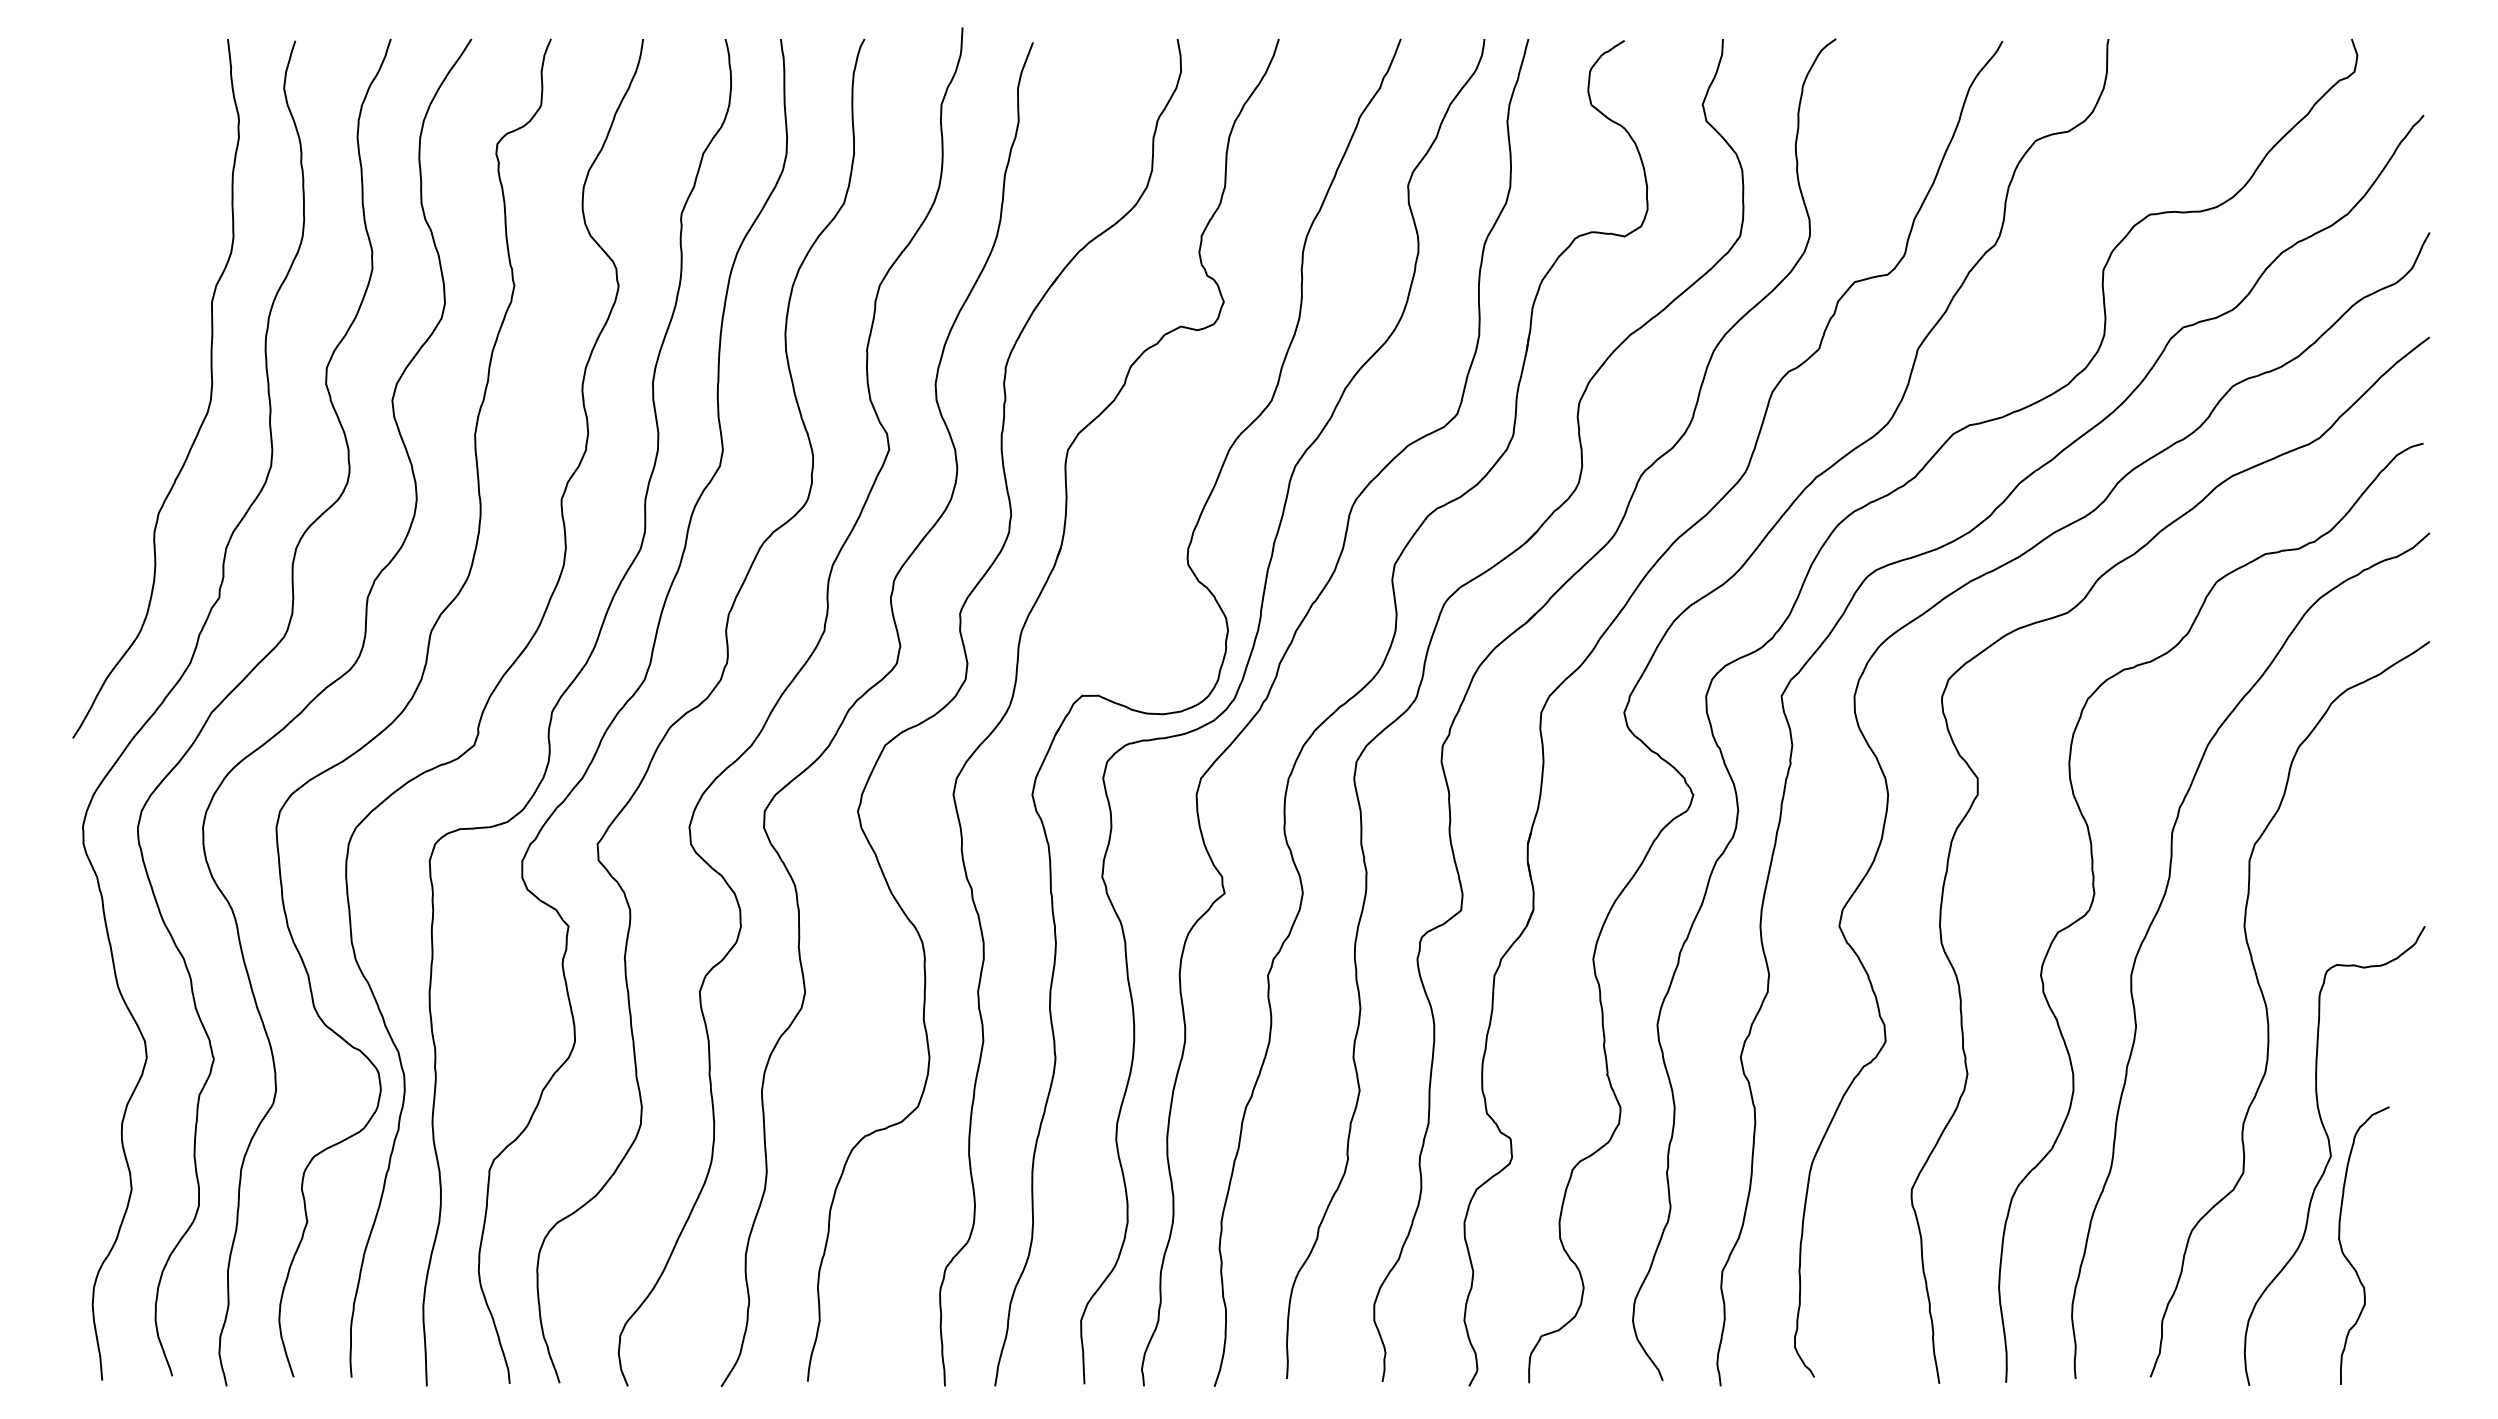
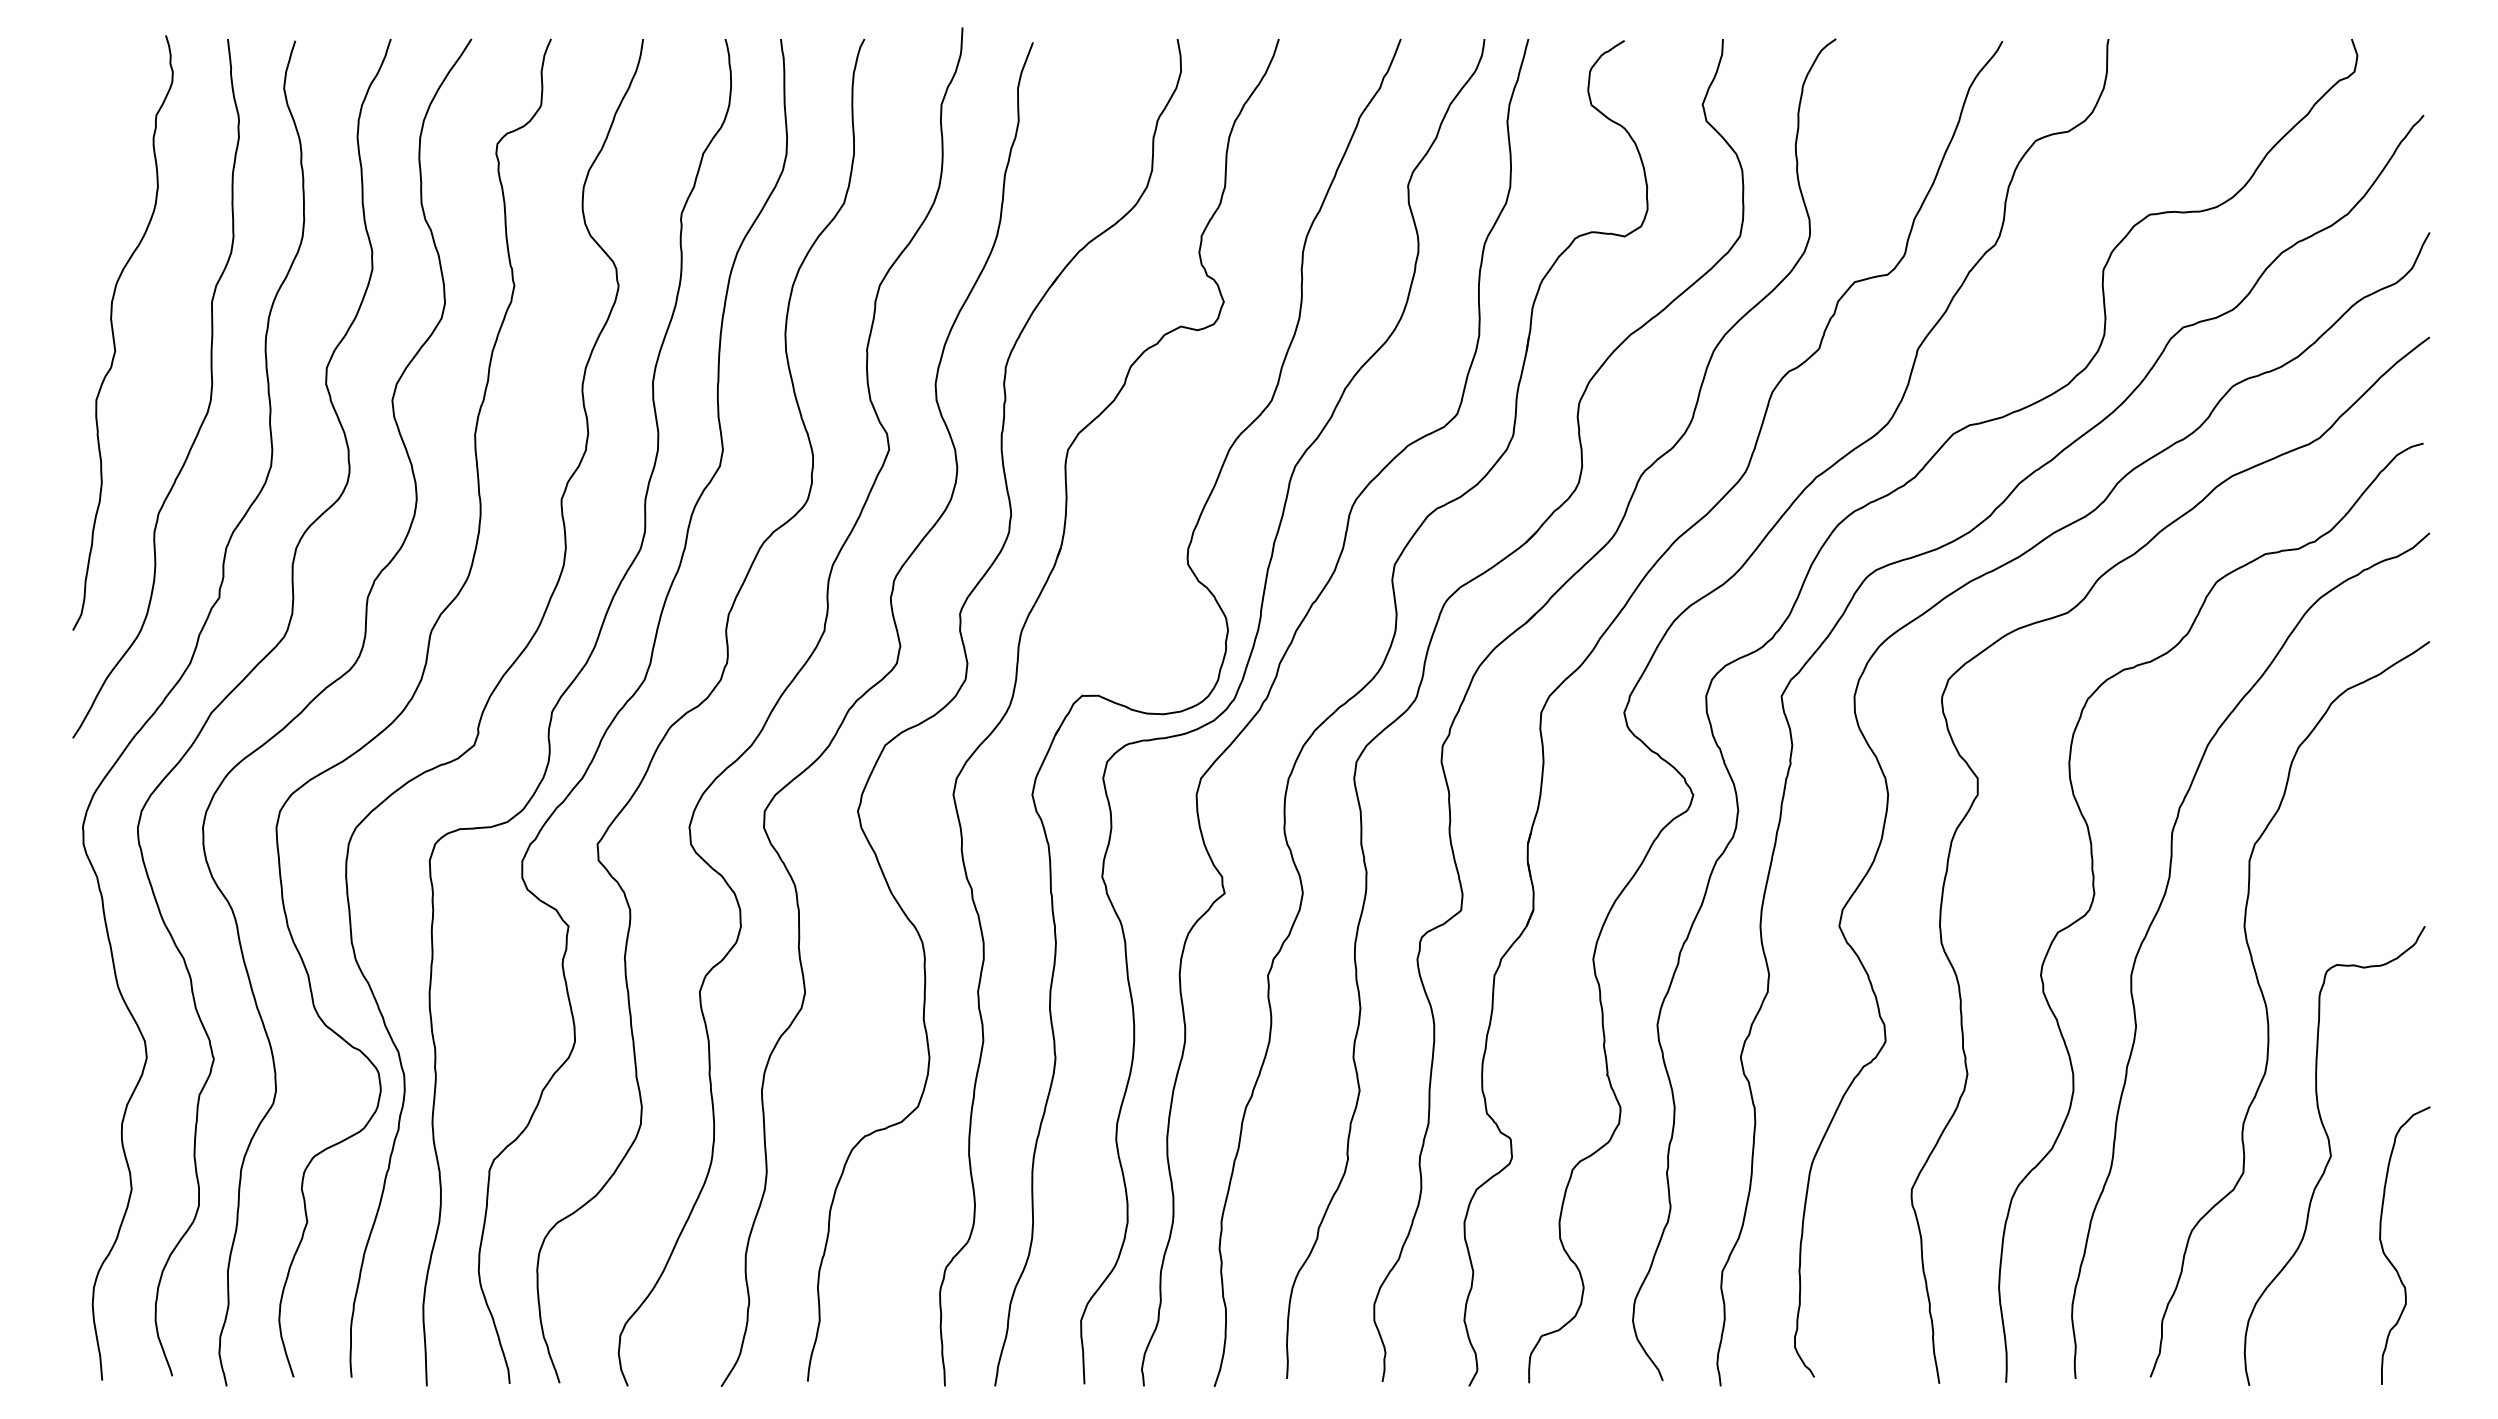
curve at (114, 335): none -> present
curve at (2346, 1256) position: (2346, 1256) -> (2387, 1256)
